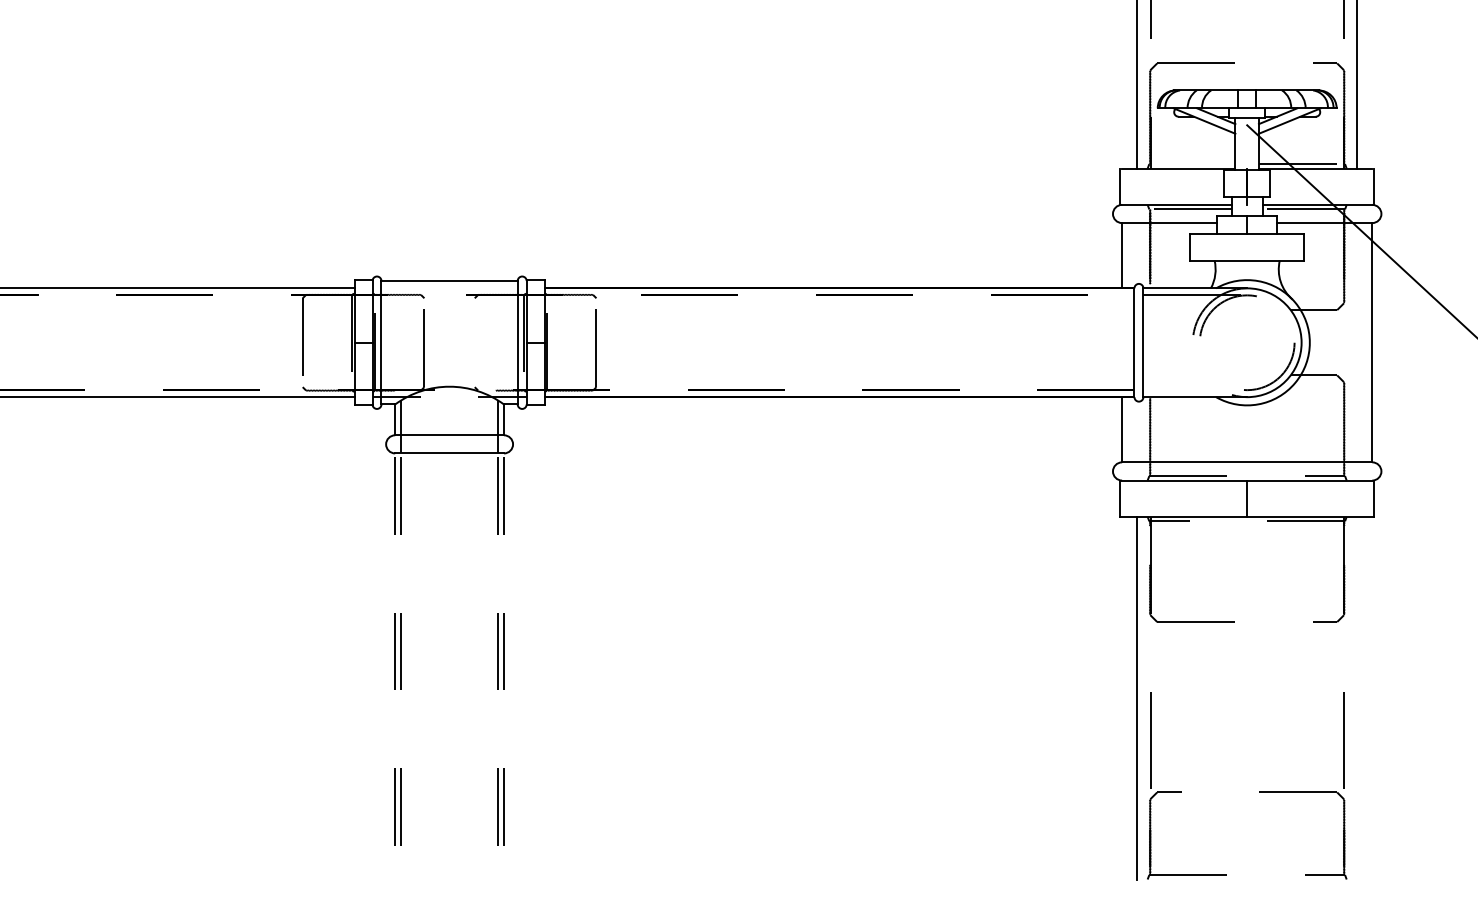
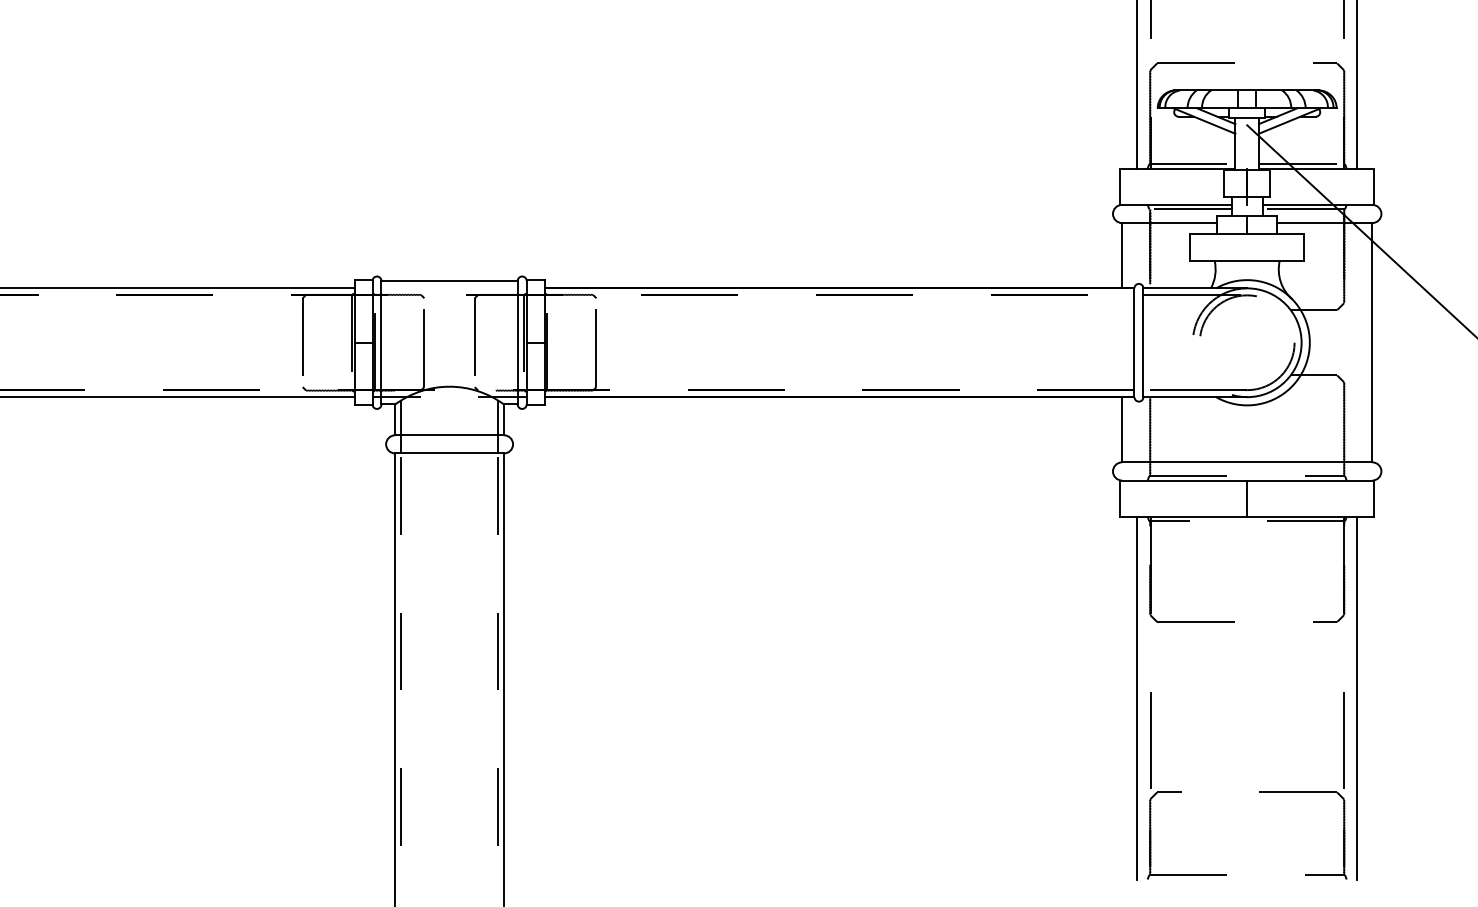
line at (1192, 164): none -> present
line at (474, 342): none -> present
line at (1195, 390): none -> present
line at (395, 679): dashed -> solid
line at (504, 679): dashed -> solid
line at (1357, 697): none -> present
